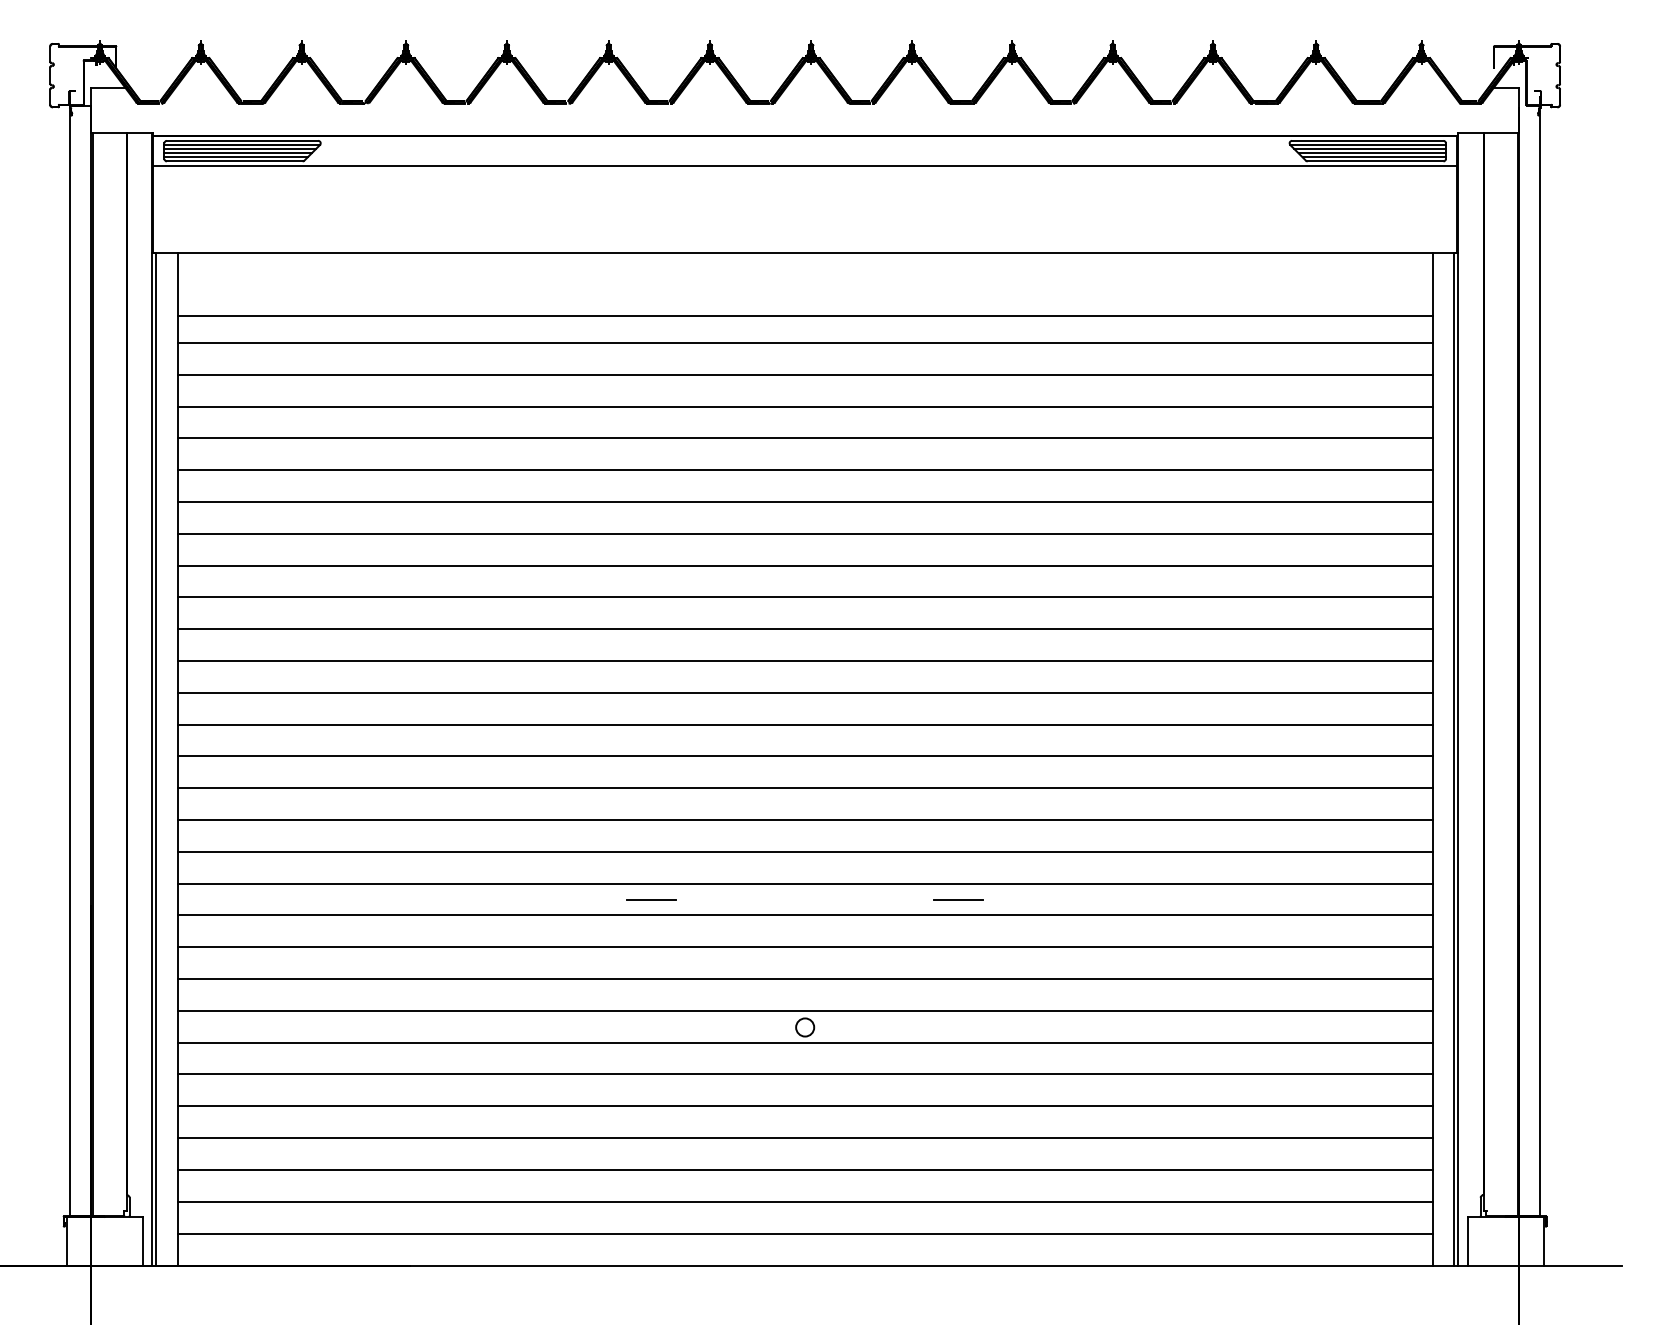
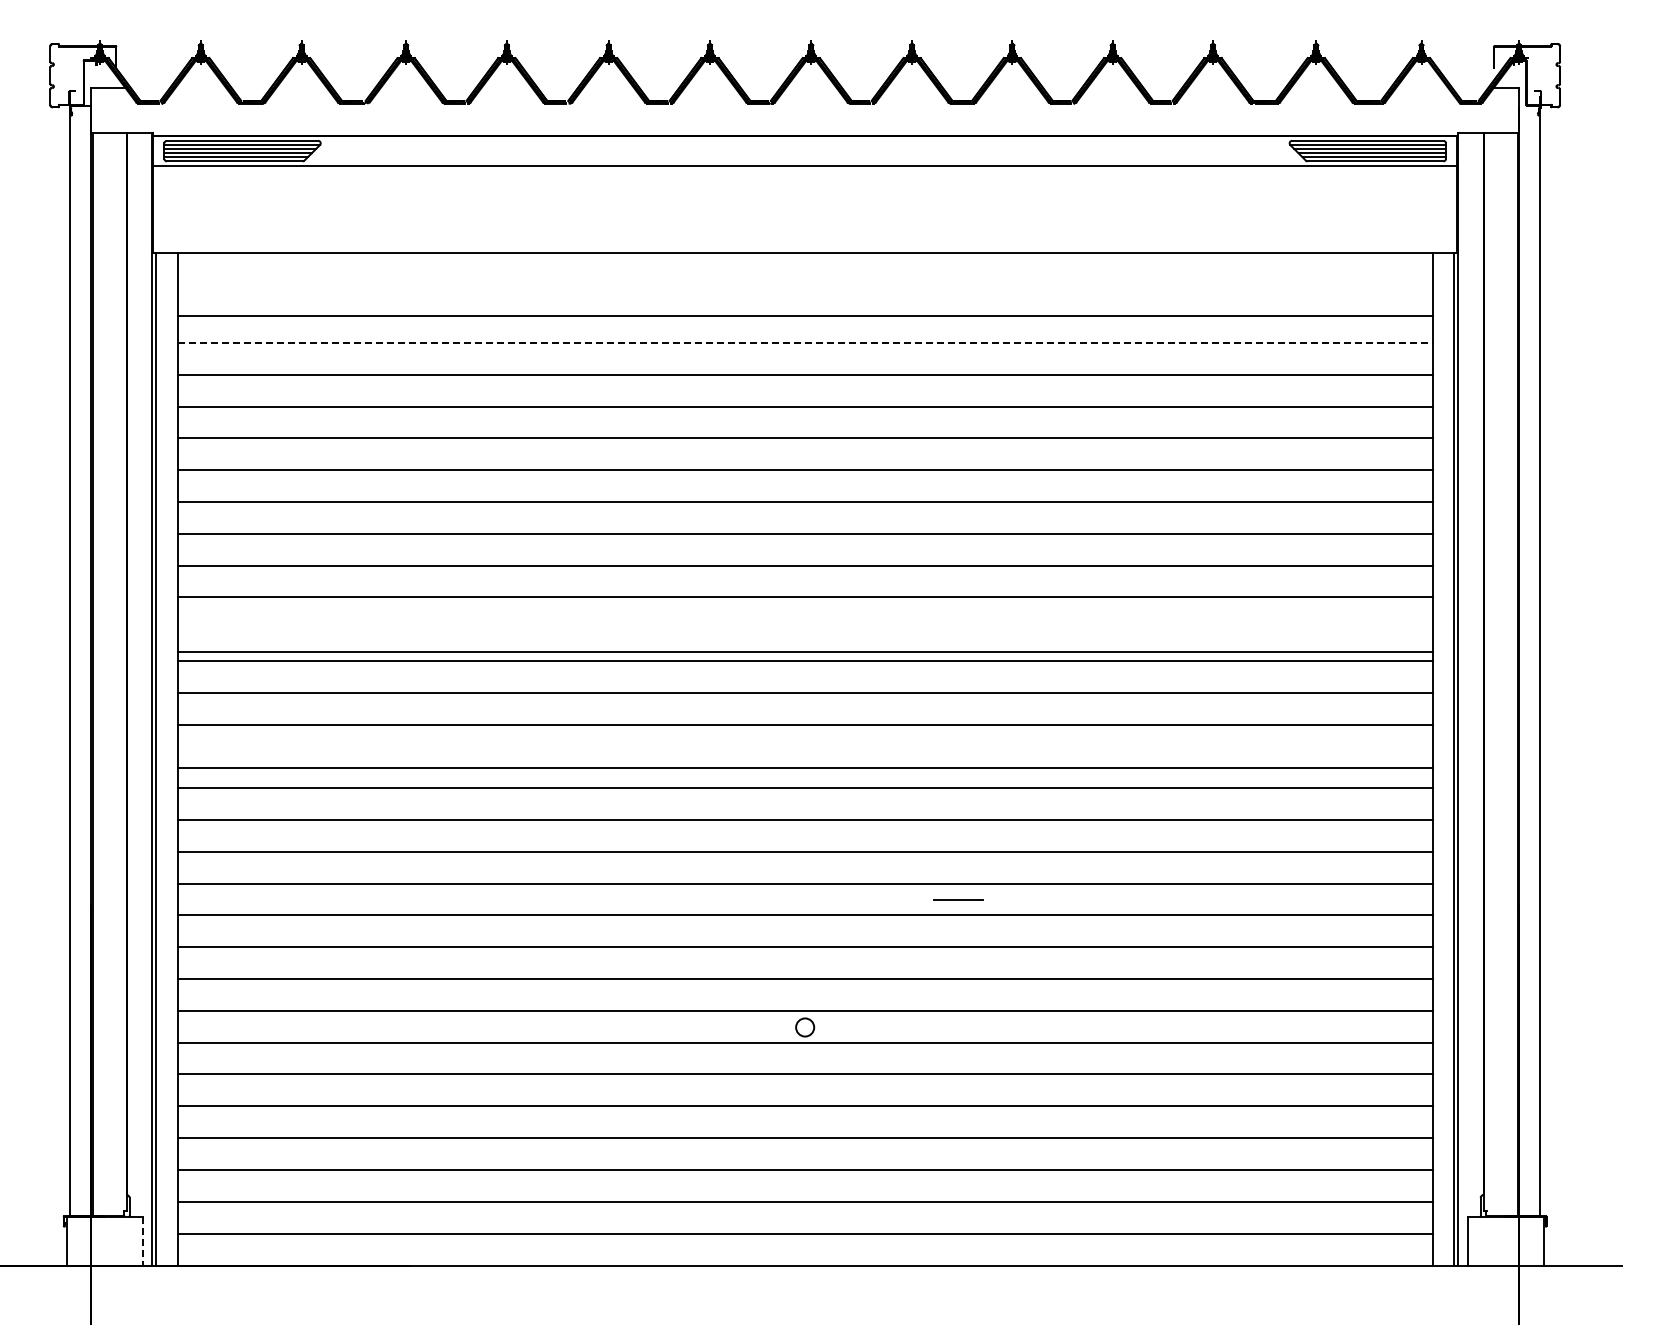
line at (805, 342): solid -> dashed
line at (804, 629) position: (804, 629) -> (804, 652)
line at (804, 756) position: (804, 756) -> (804, 768)
line at (651, 899): present -> none
line at (142, 1242): solid -> dashed
